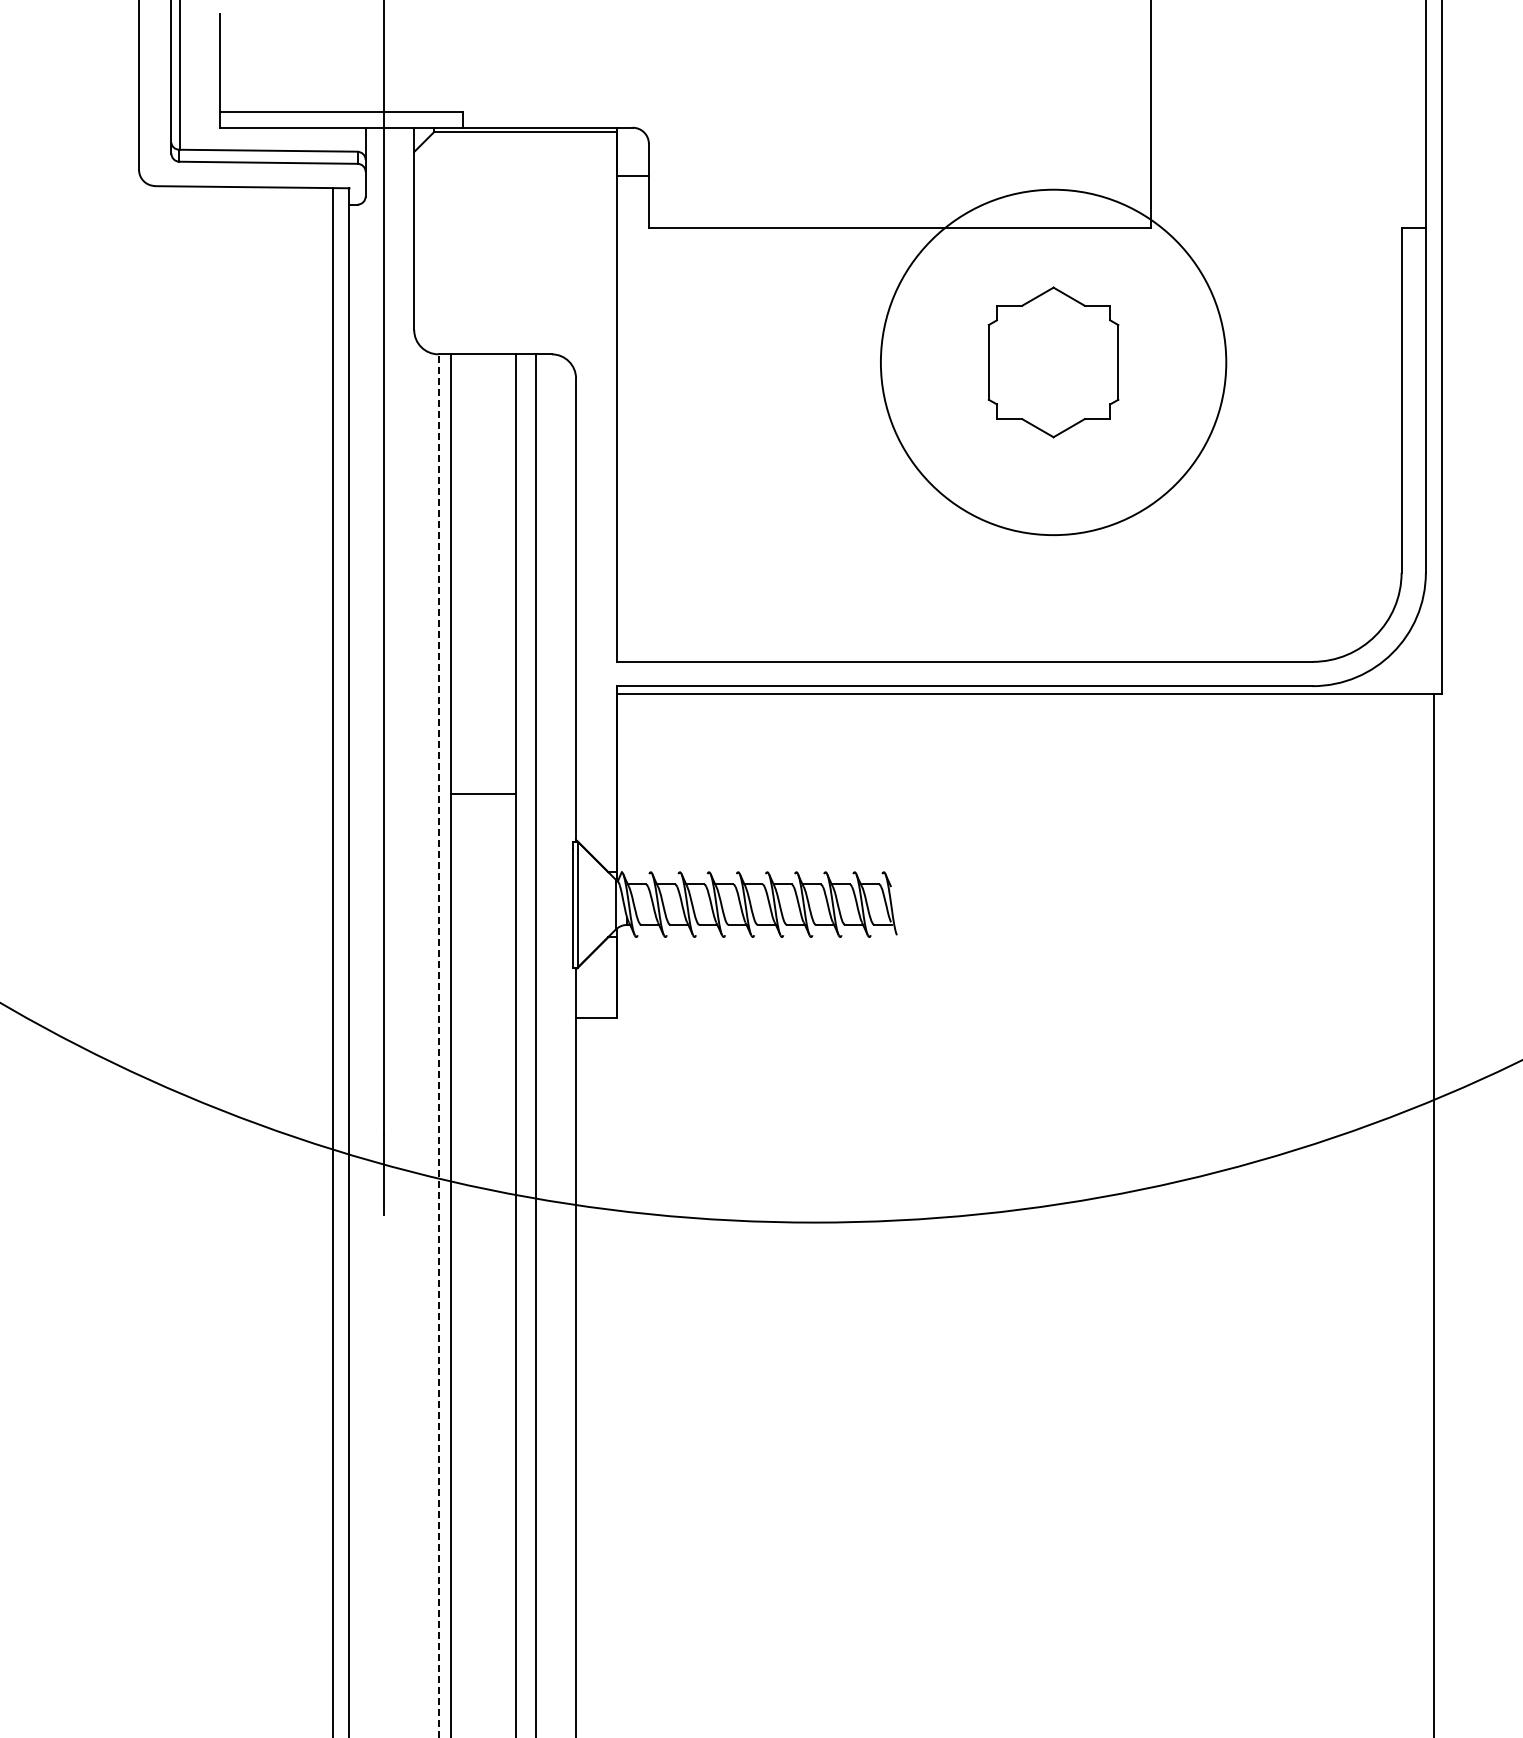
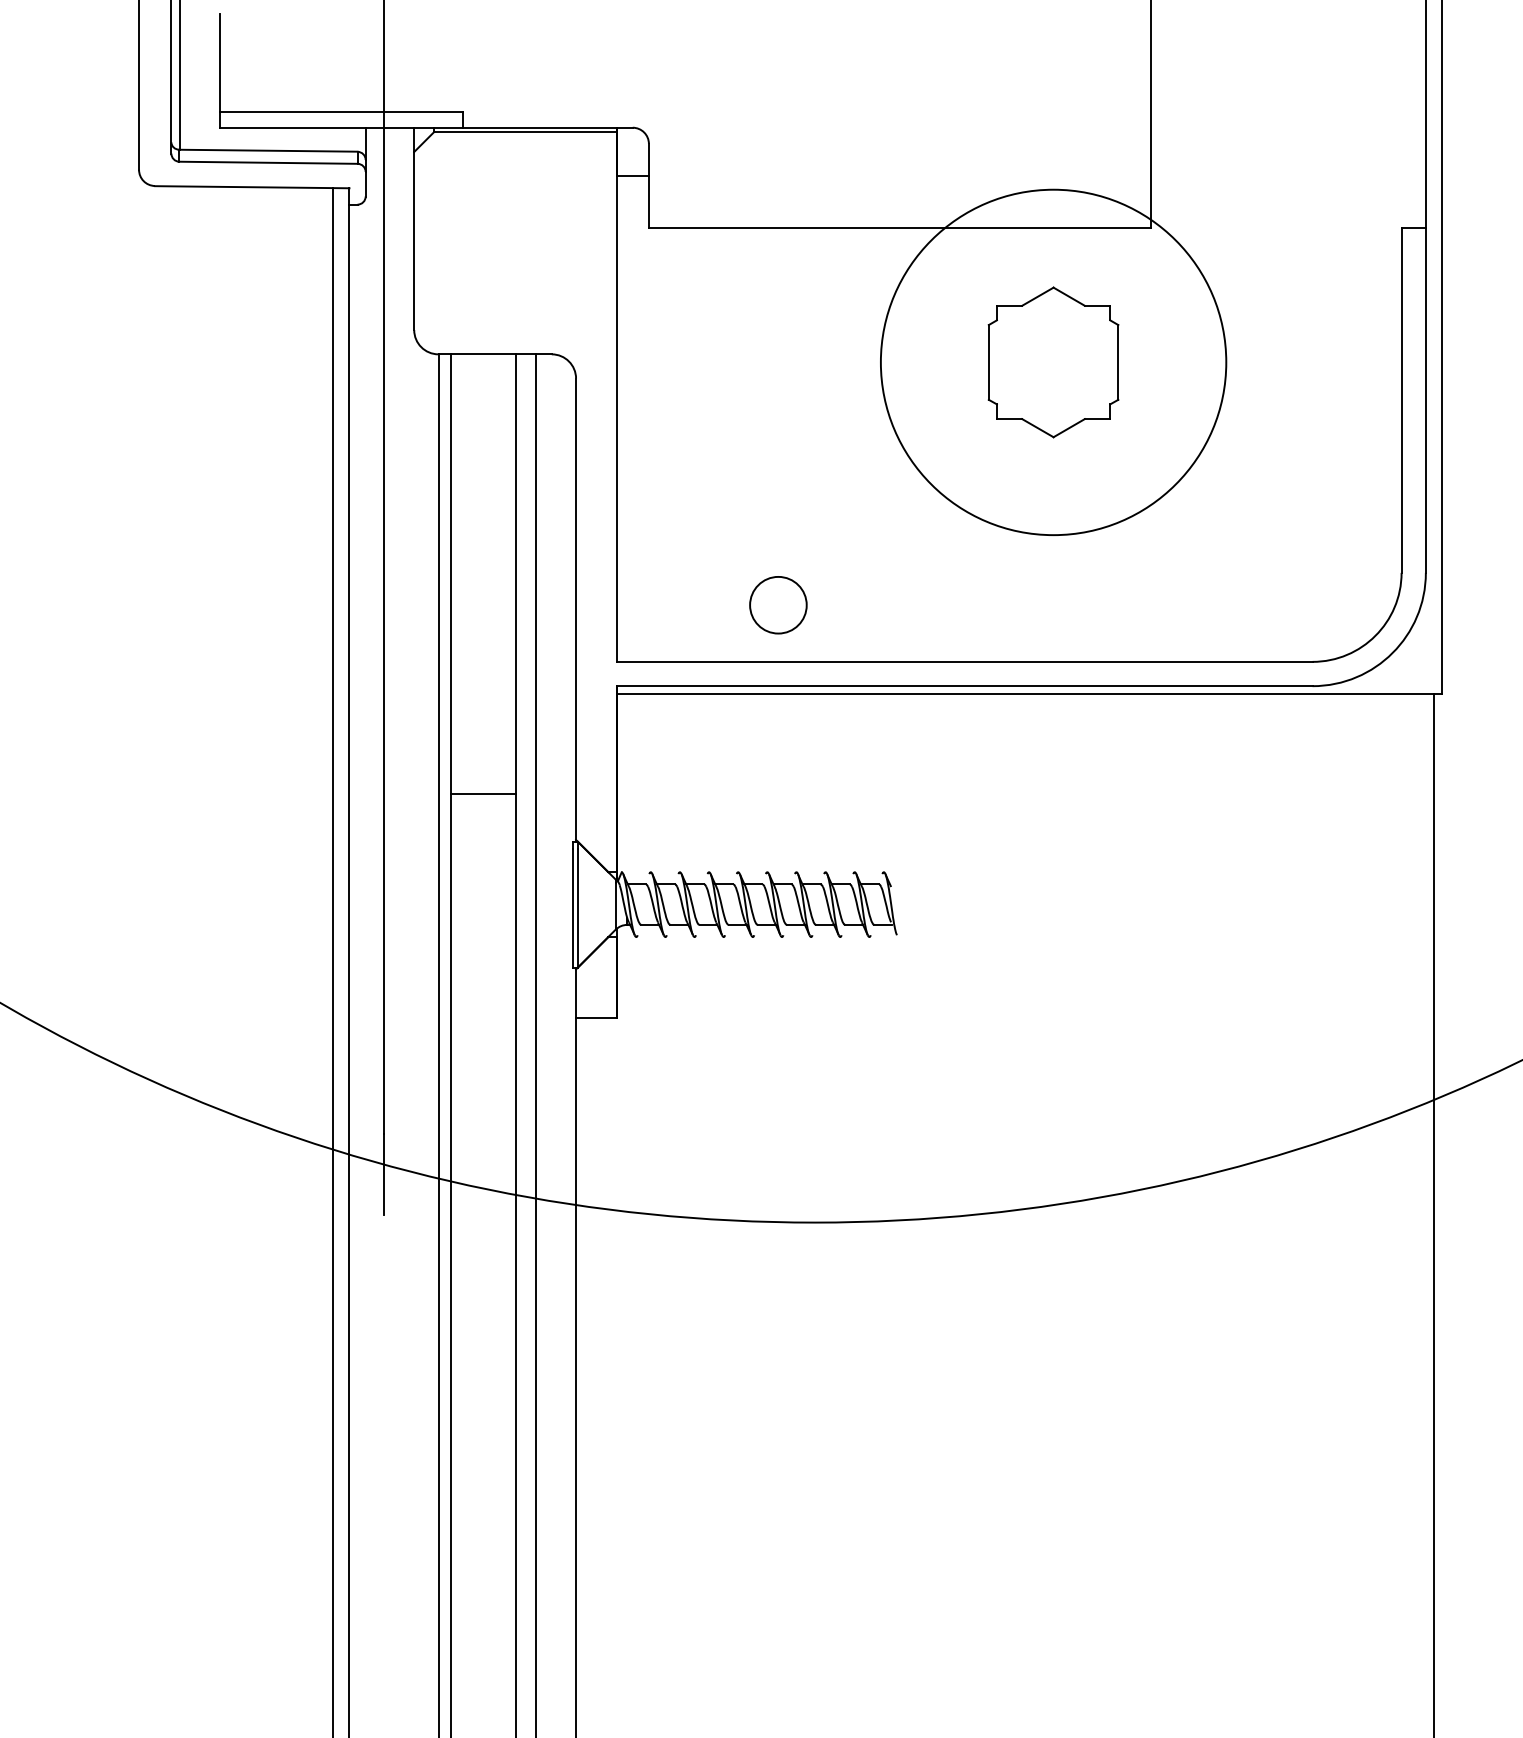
circle at (778, 605): none -> present
line at (438, 1045): dashed -> solid
